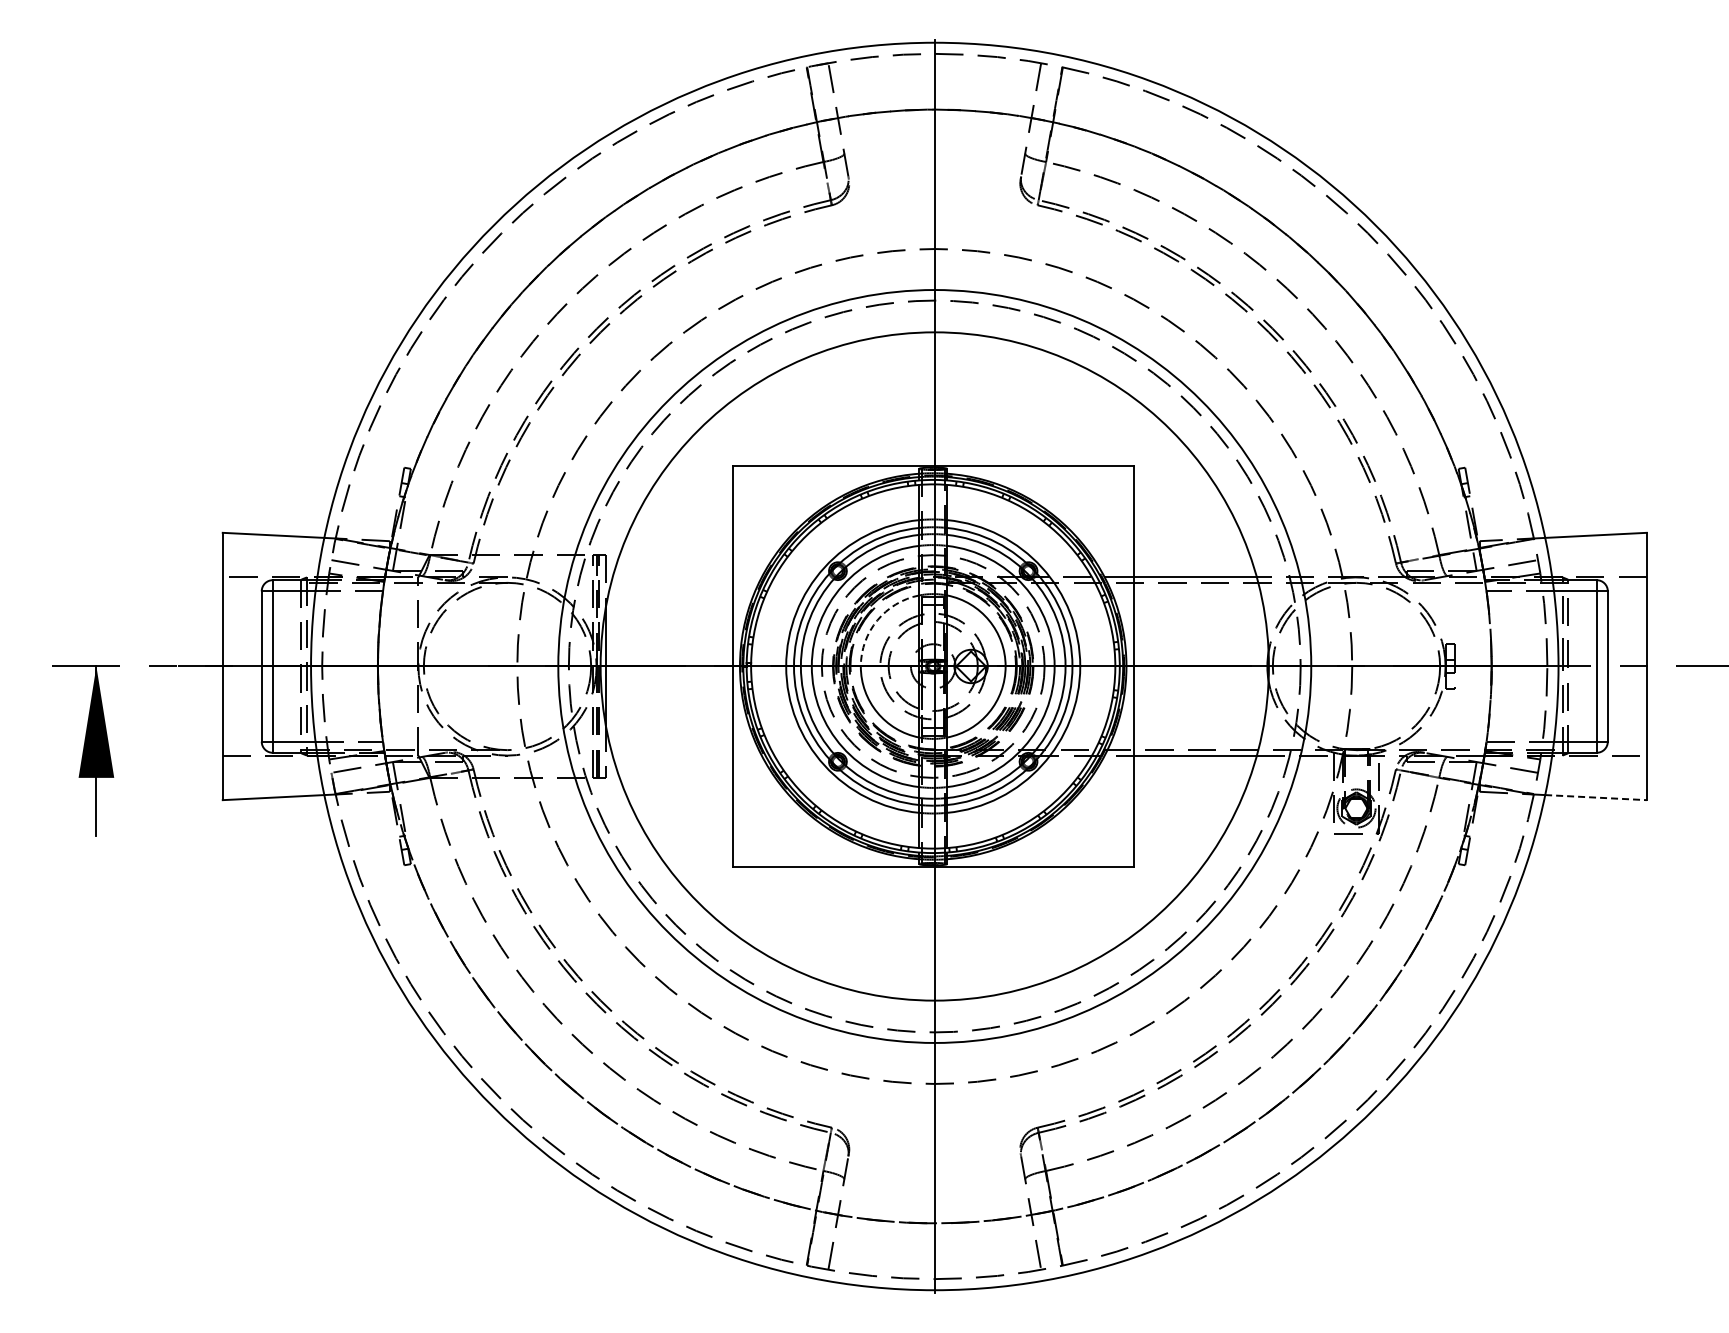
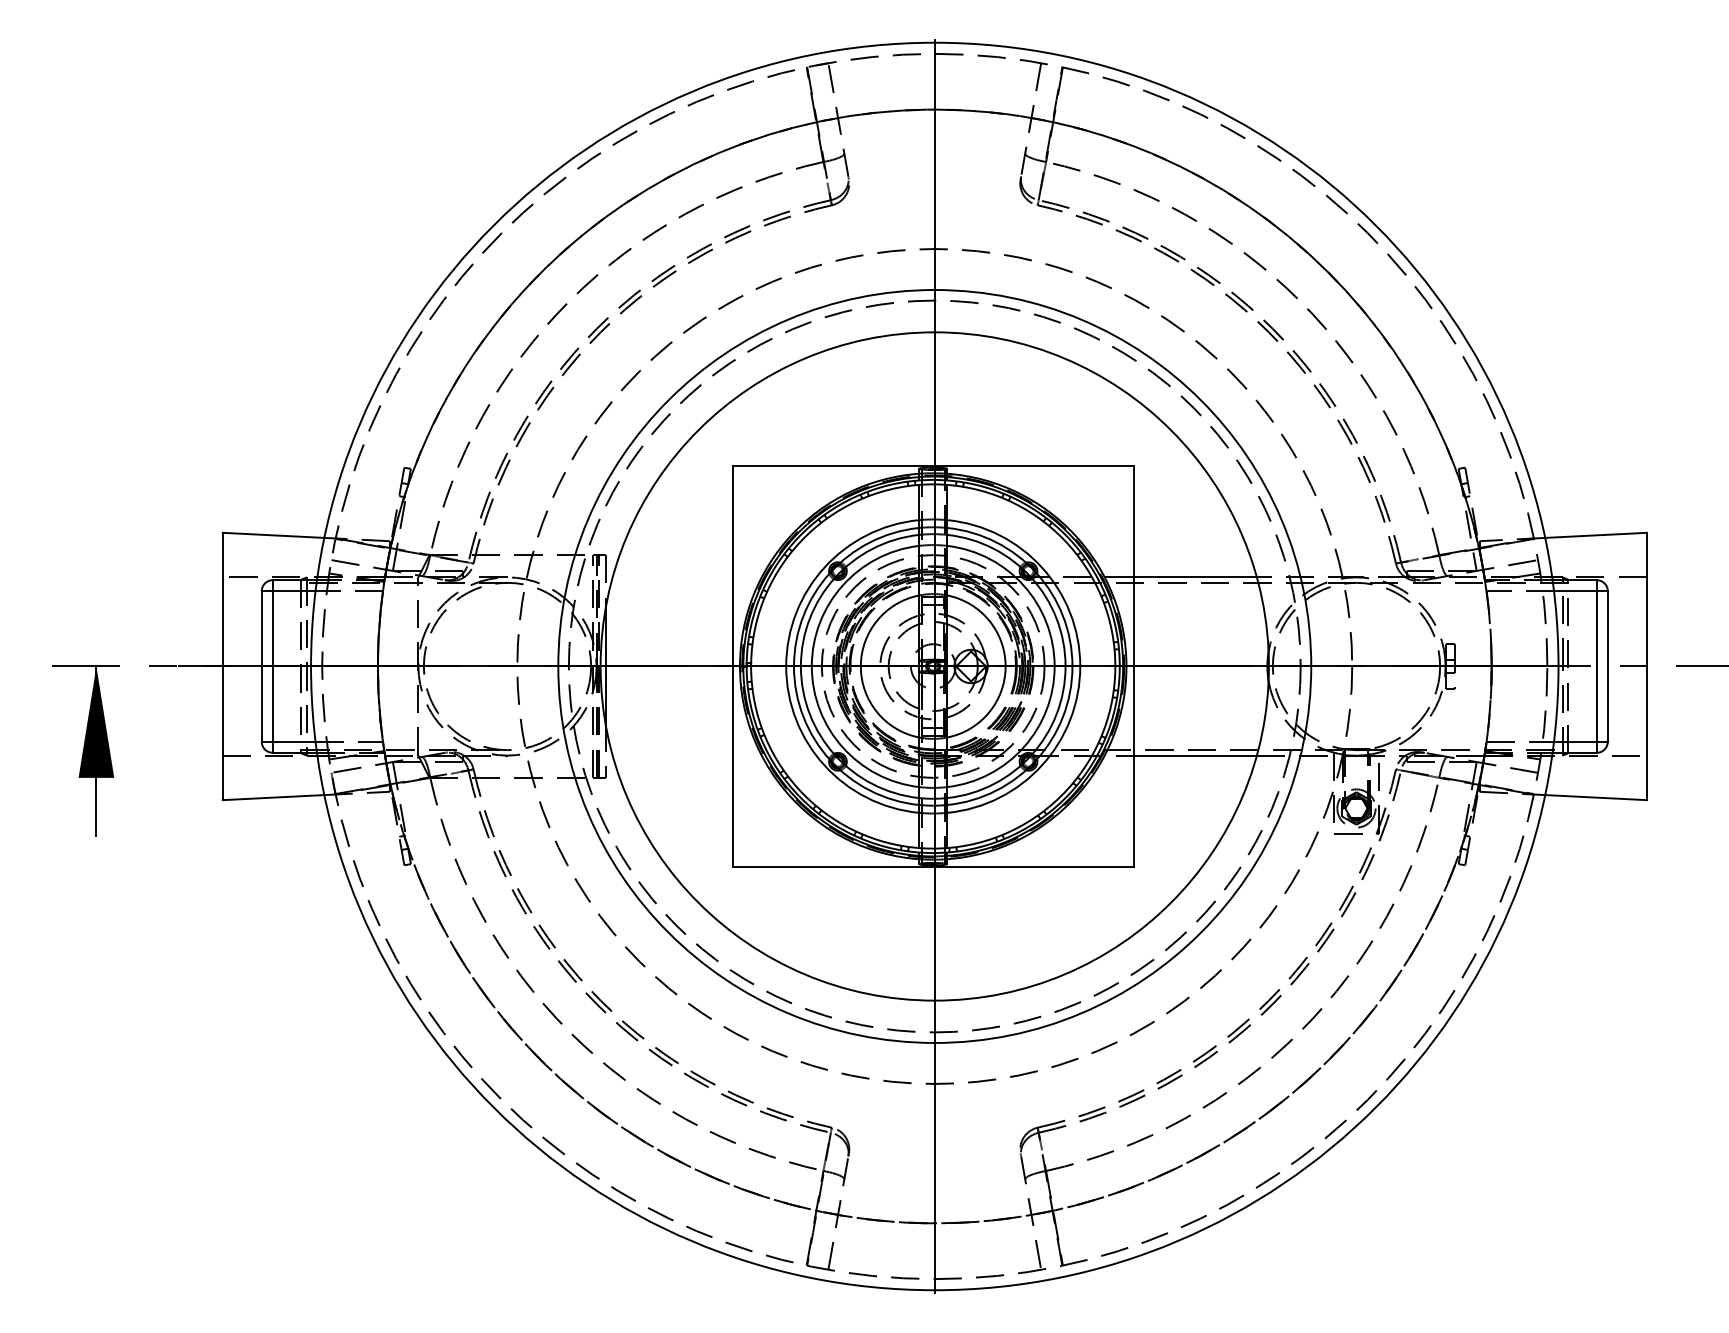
arc at (877, 620): dashed -> solid
line at (1595, 797): dashed -> solid
